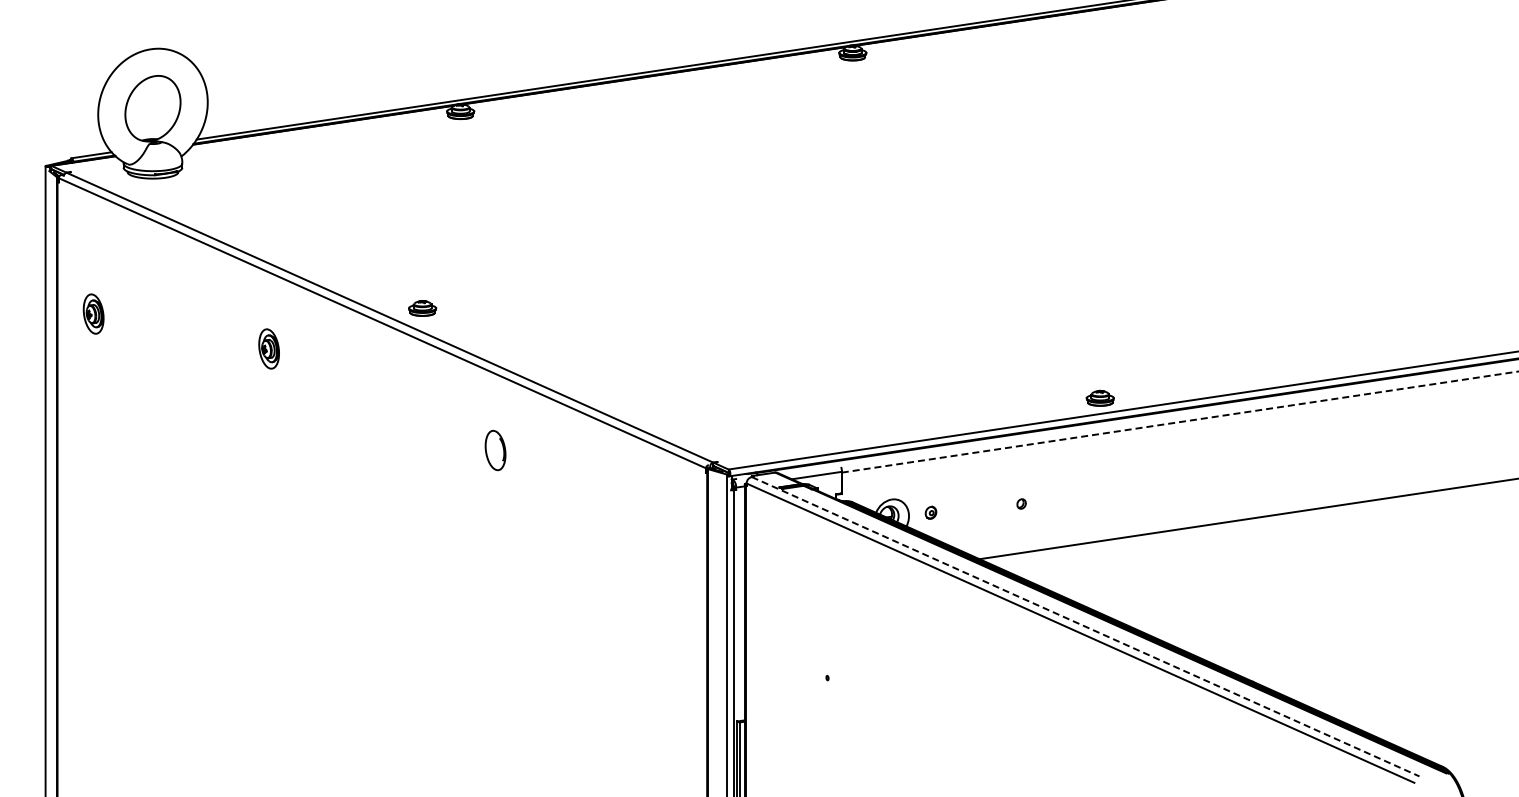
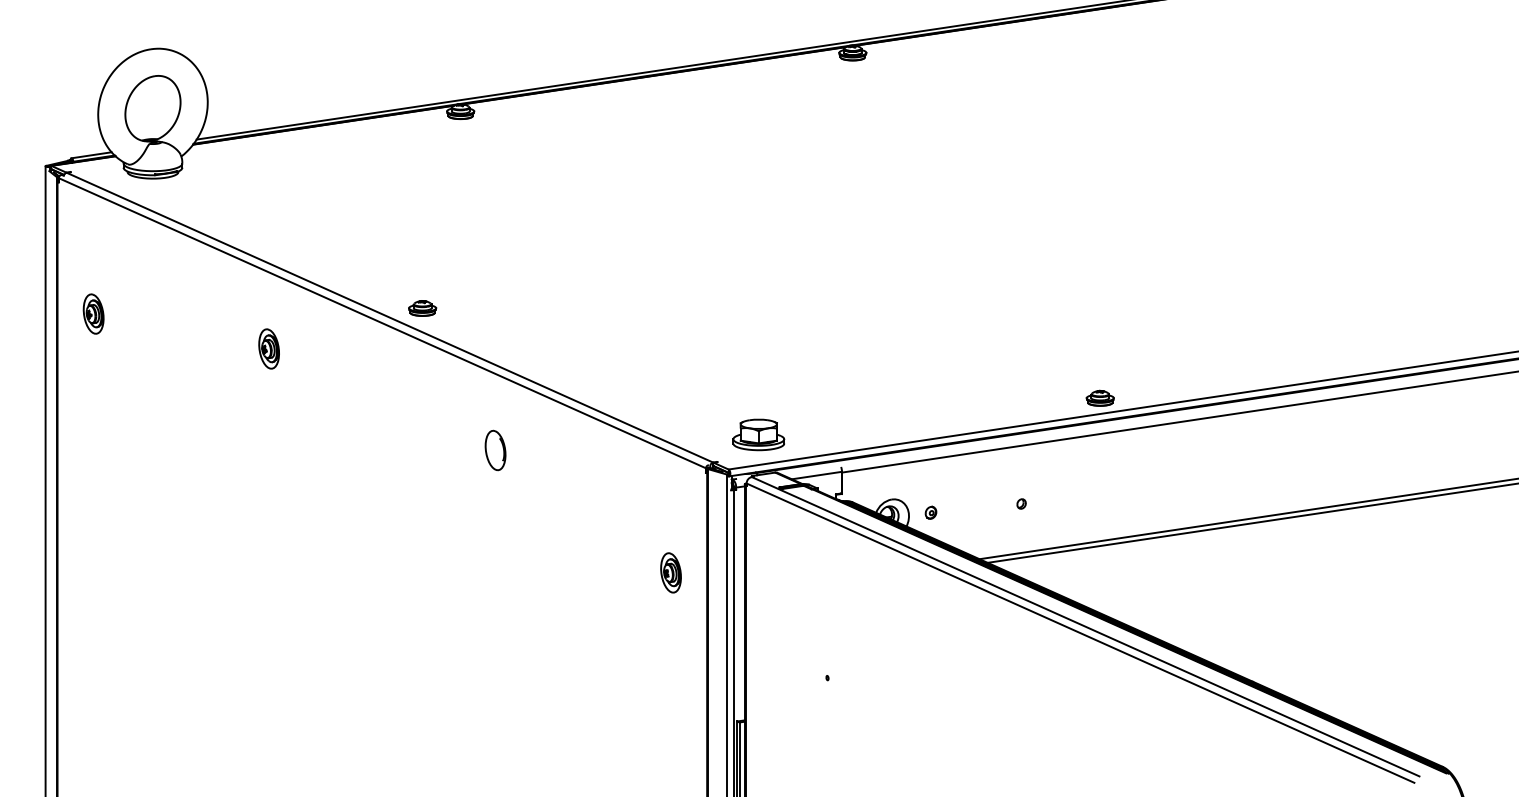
line at (1180, 421): dashed -> solid
part at (758, 434): none -> present
line at (1251, 523): none -> present
part at (670, 572): none -> present
line at (1085, 626): dashed -> solid
